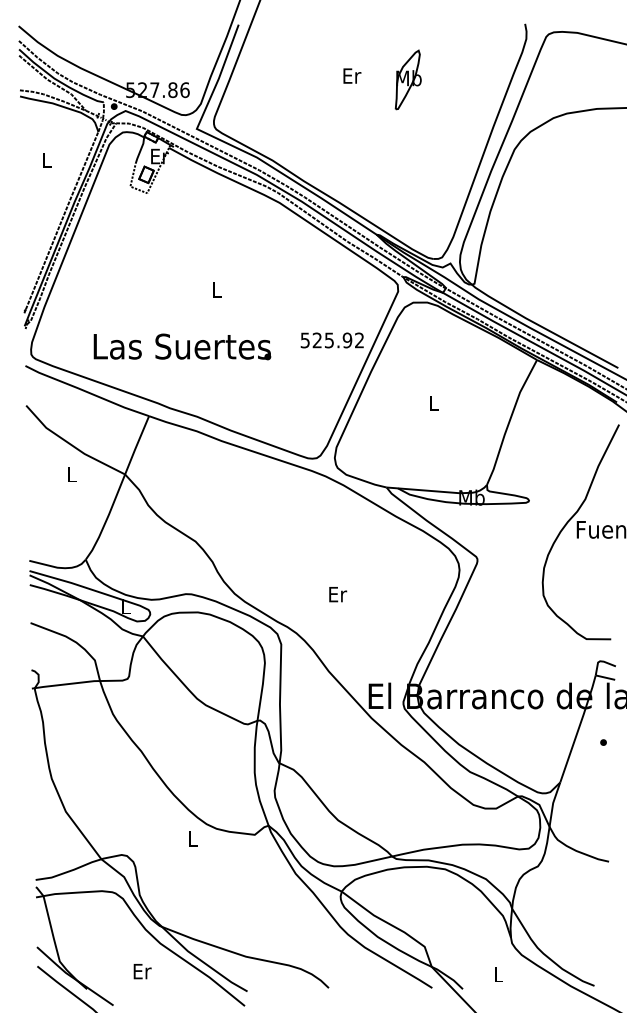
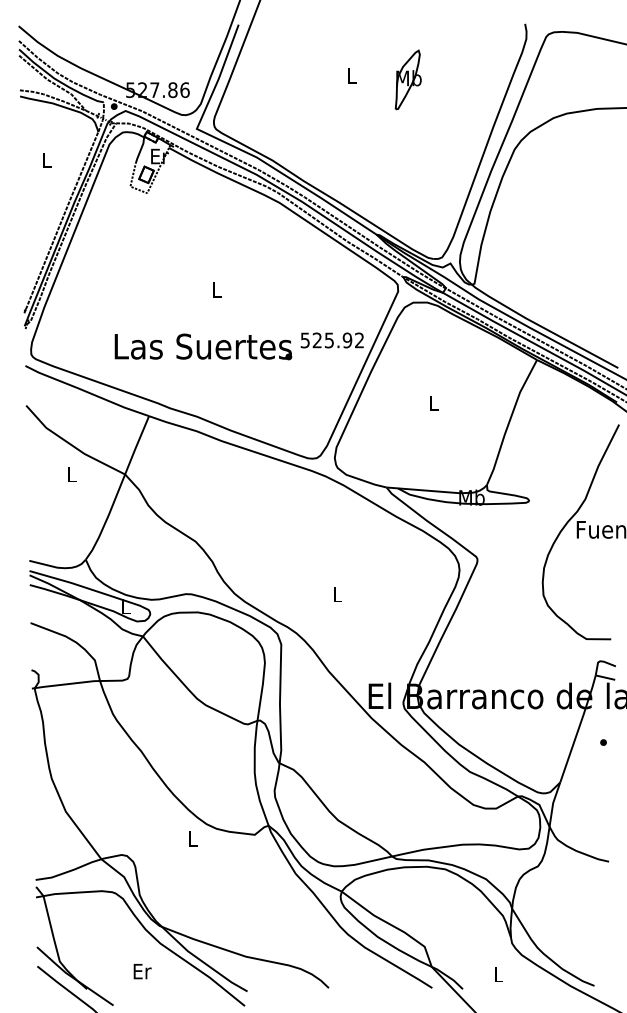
text at (352, 75): Er -> L
text at (182, 346) position: (182, 346) -> (203, 346)
text at (338, 594): Er -> L
